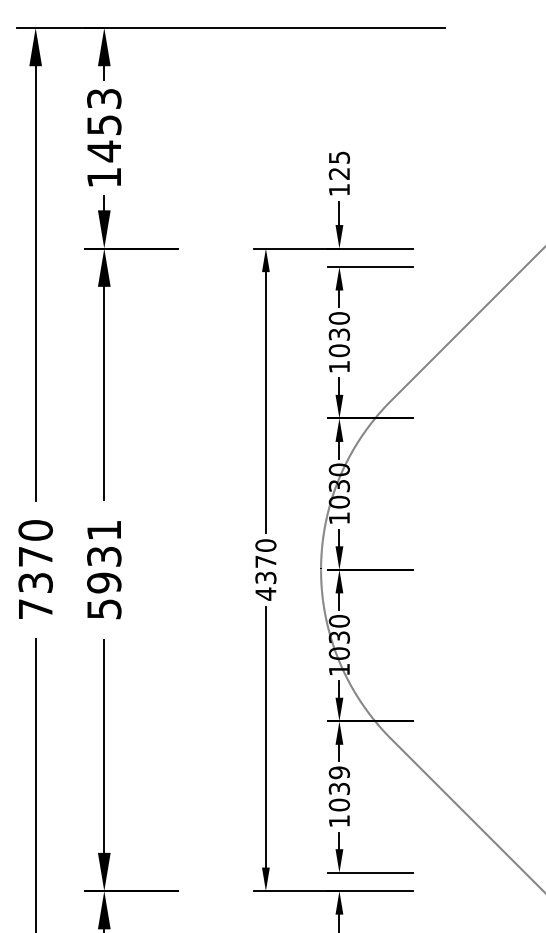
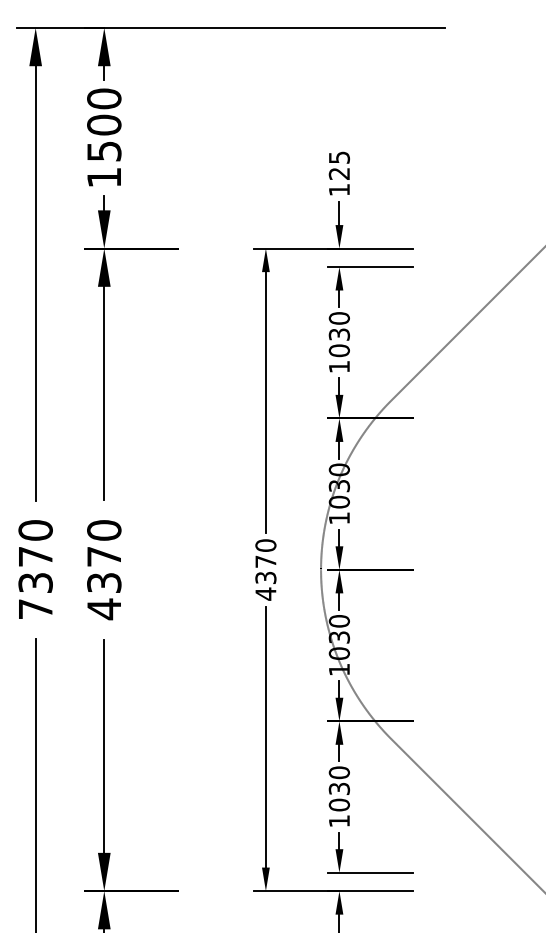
text at (104, 125): 1453 -> 1500
text at (104, 570): 5931 -> 4370
text at (339, 772): 1039 -> 1030
